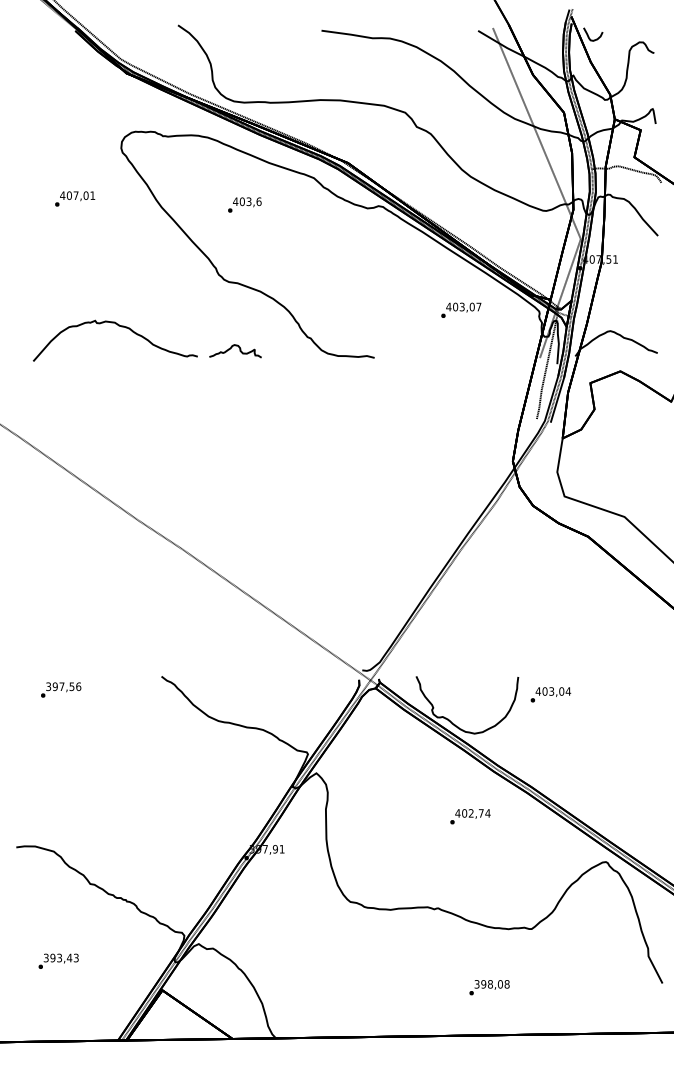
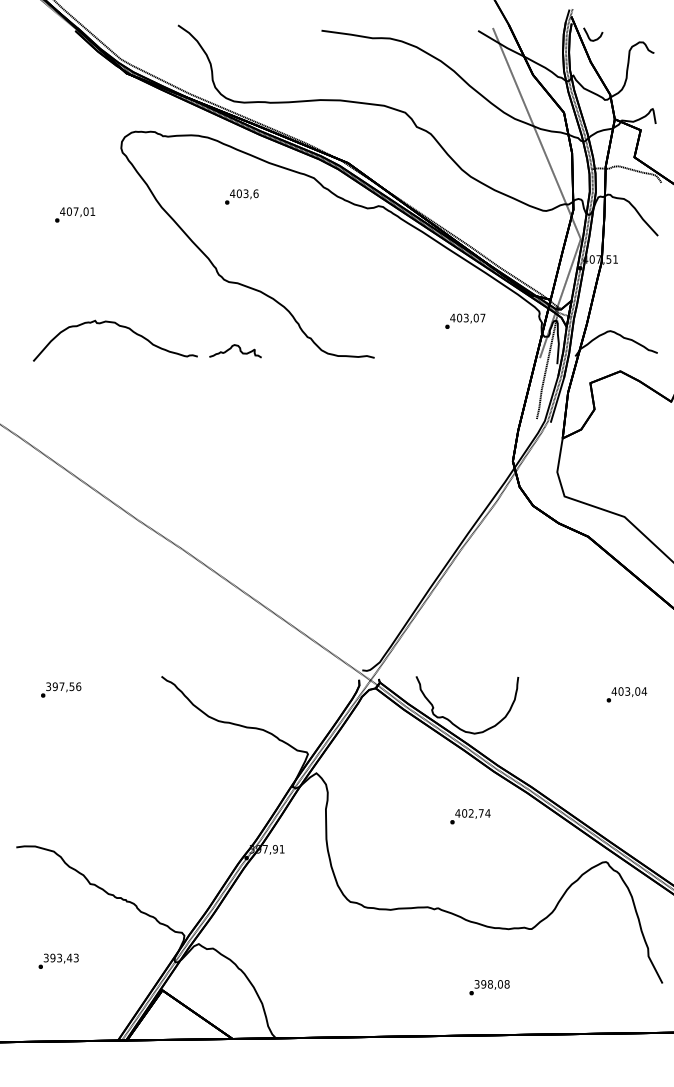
text at (75, 198) position: (75, 198) -> (75, 214)
text at (244, 204) position: (244, 204) -> (241, 196)
text at (461, 309) position: (461, 309) -> (465, 320)
text at (550, 694) position: (550, 694) -> (626, 694)
